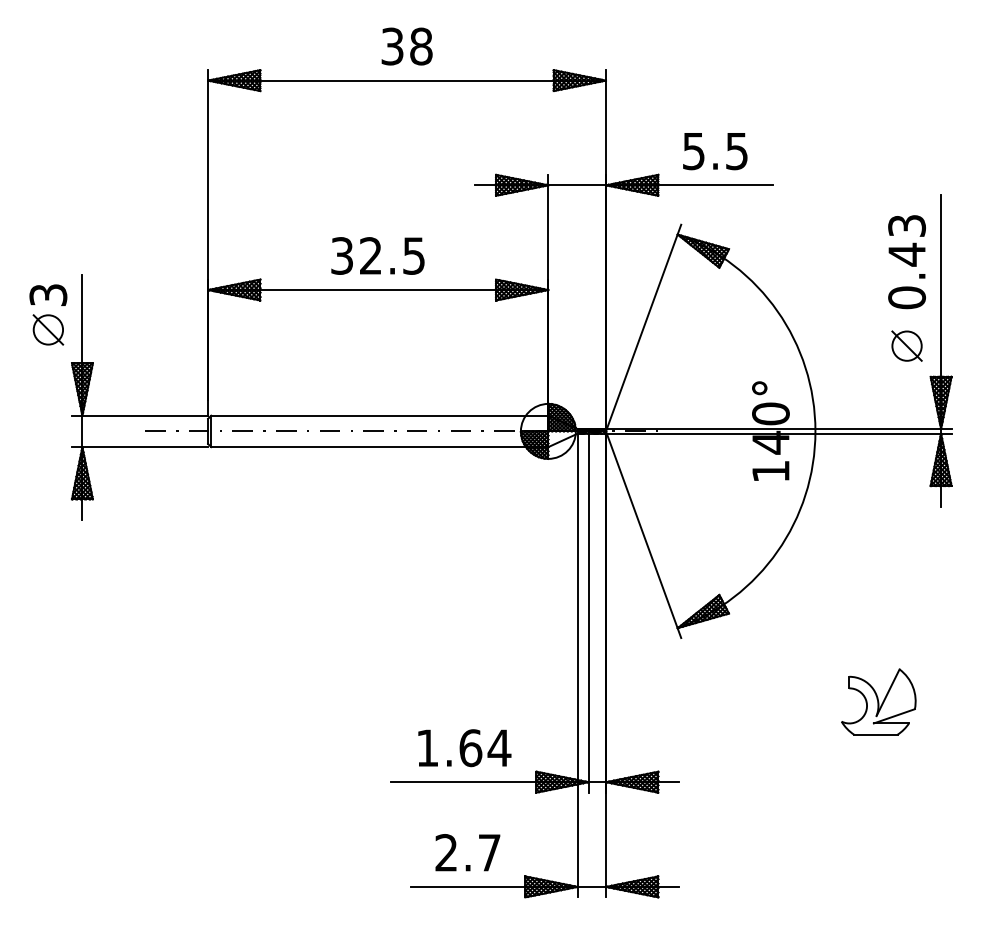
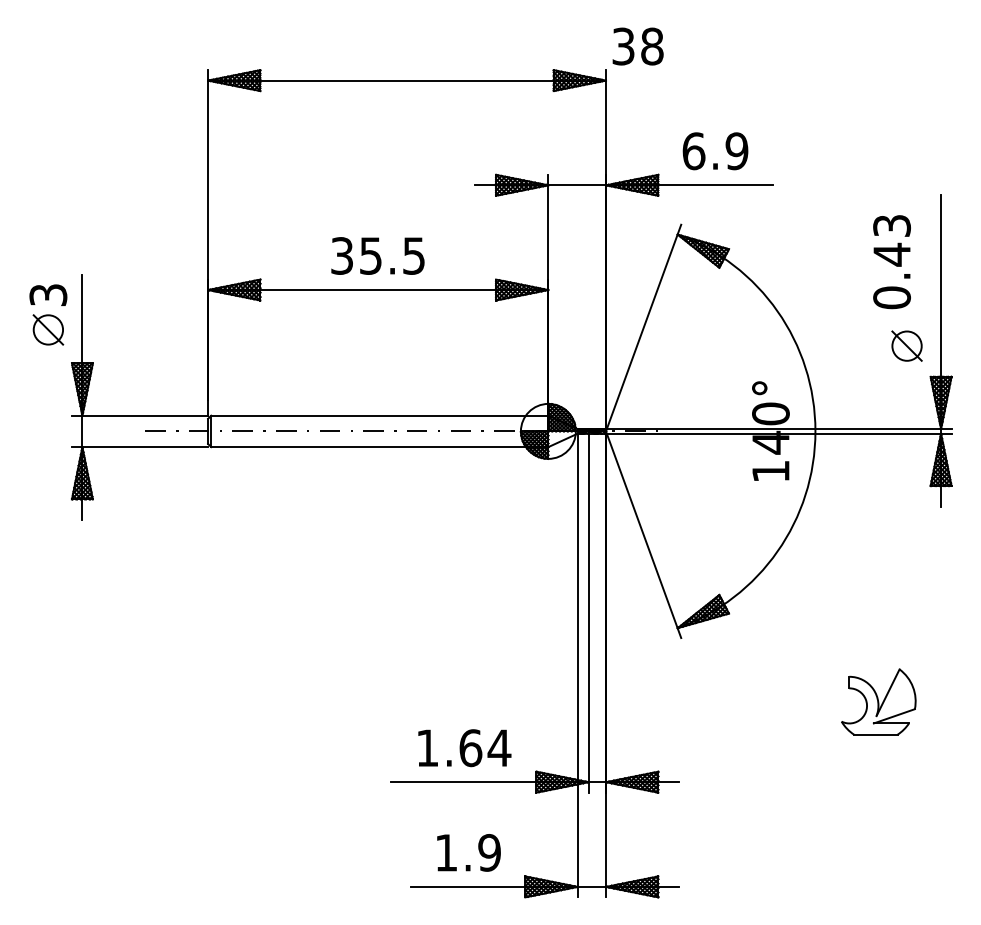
text at (406, 46) position: (406, 46) -> (637, 46)
text at (715, 151): 5.5 -> 6.9
text at (370, 255): 32.5 -> 35.5
text at (906, 262) position: (906, 262) -> (891, 262)
text at (467, 852): 2.7 -> 1.9
